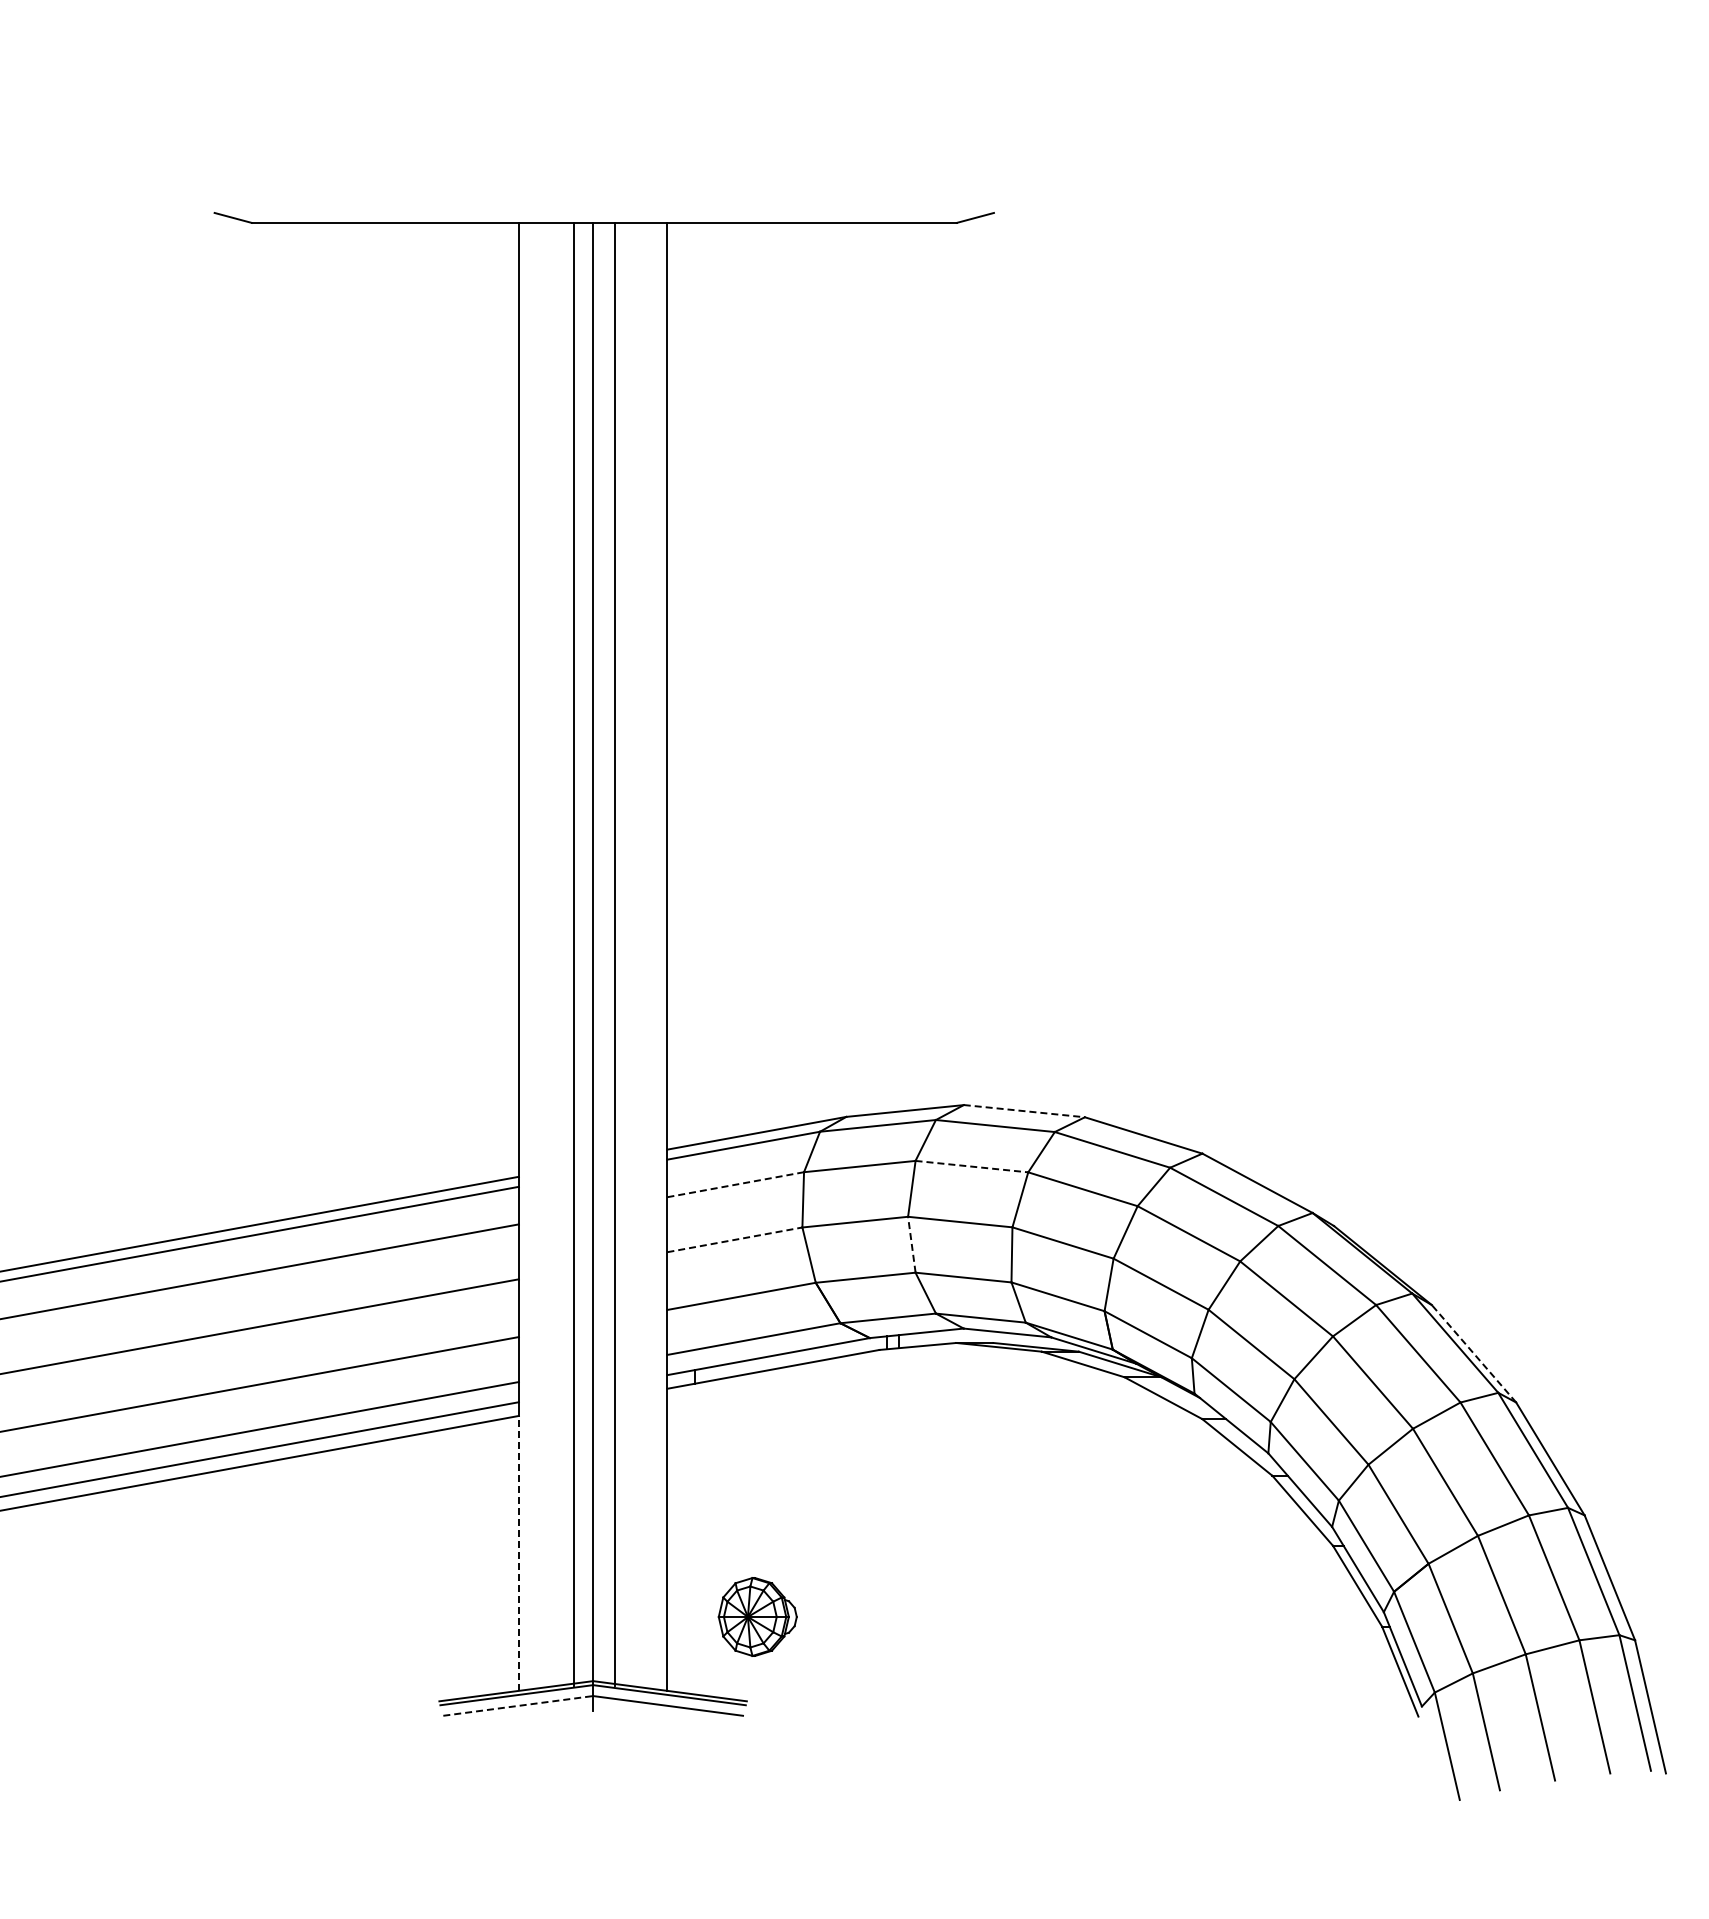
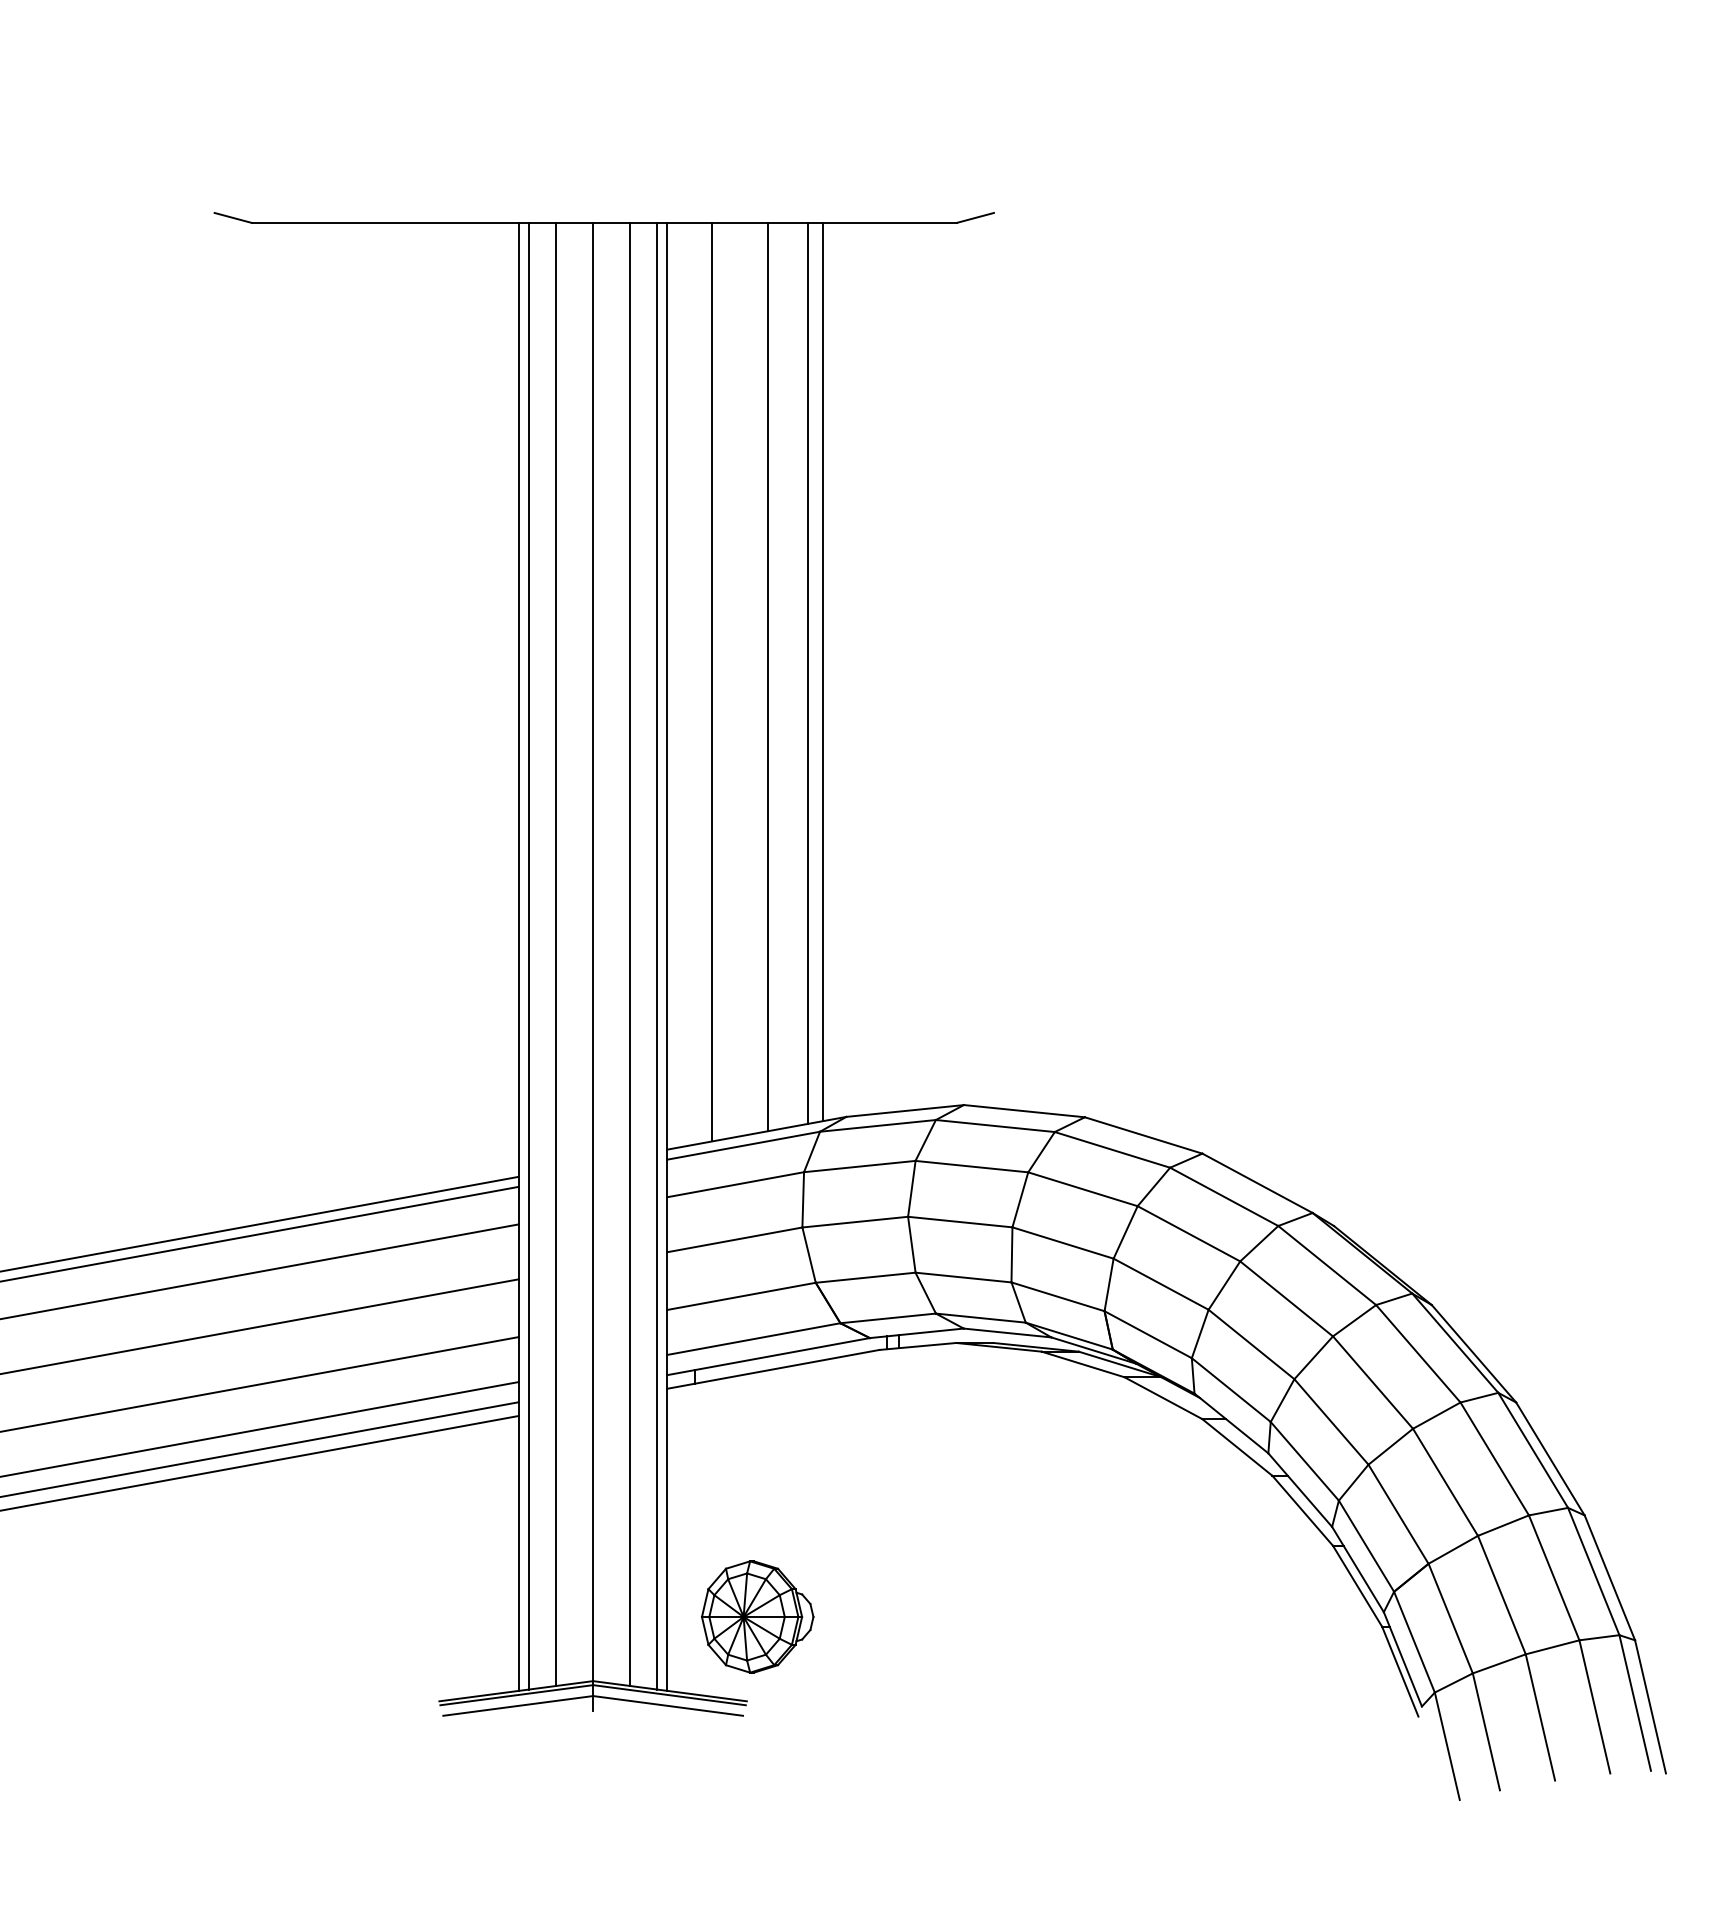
line at (823, 671): none -> present
line at (808, 672): none -> present
line at (767, 676): none -> present
line at (711, 681): none -> present
line at (574, 954) position: (574, 954) -> (556, 954)
line at (615, 954) position: (615, 954) -> (630, 954)
line at (528, 955): none -> present
line at (657, 955): none -> present
line at (1024, 1111): dashed -> solid
line at (971, 1166): dashed -> solid
line at (736, 1184): dashed -> solid
line at (734, 1239): dashed -> solid
line at (911, 1244): dashed -> solid
line at (1473, 1353): dashed -> solid
line at (518, 1552): dashed -> solid
part at (757, 1616) size: 81x80 px -> 114x114 px
line at (518, 1705): dashed -> solid
